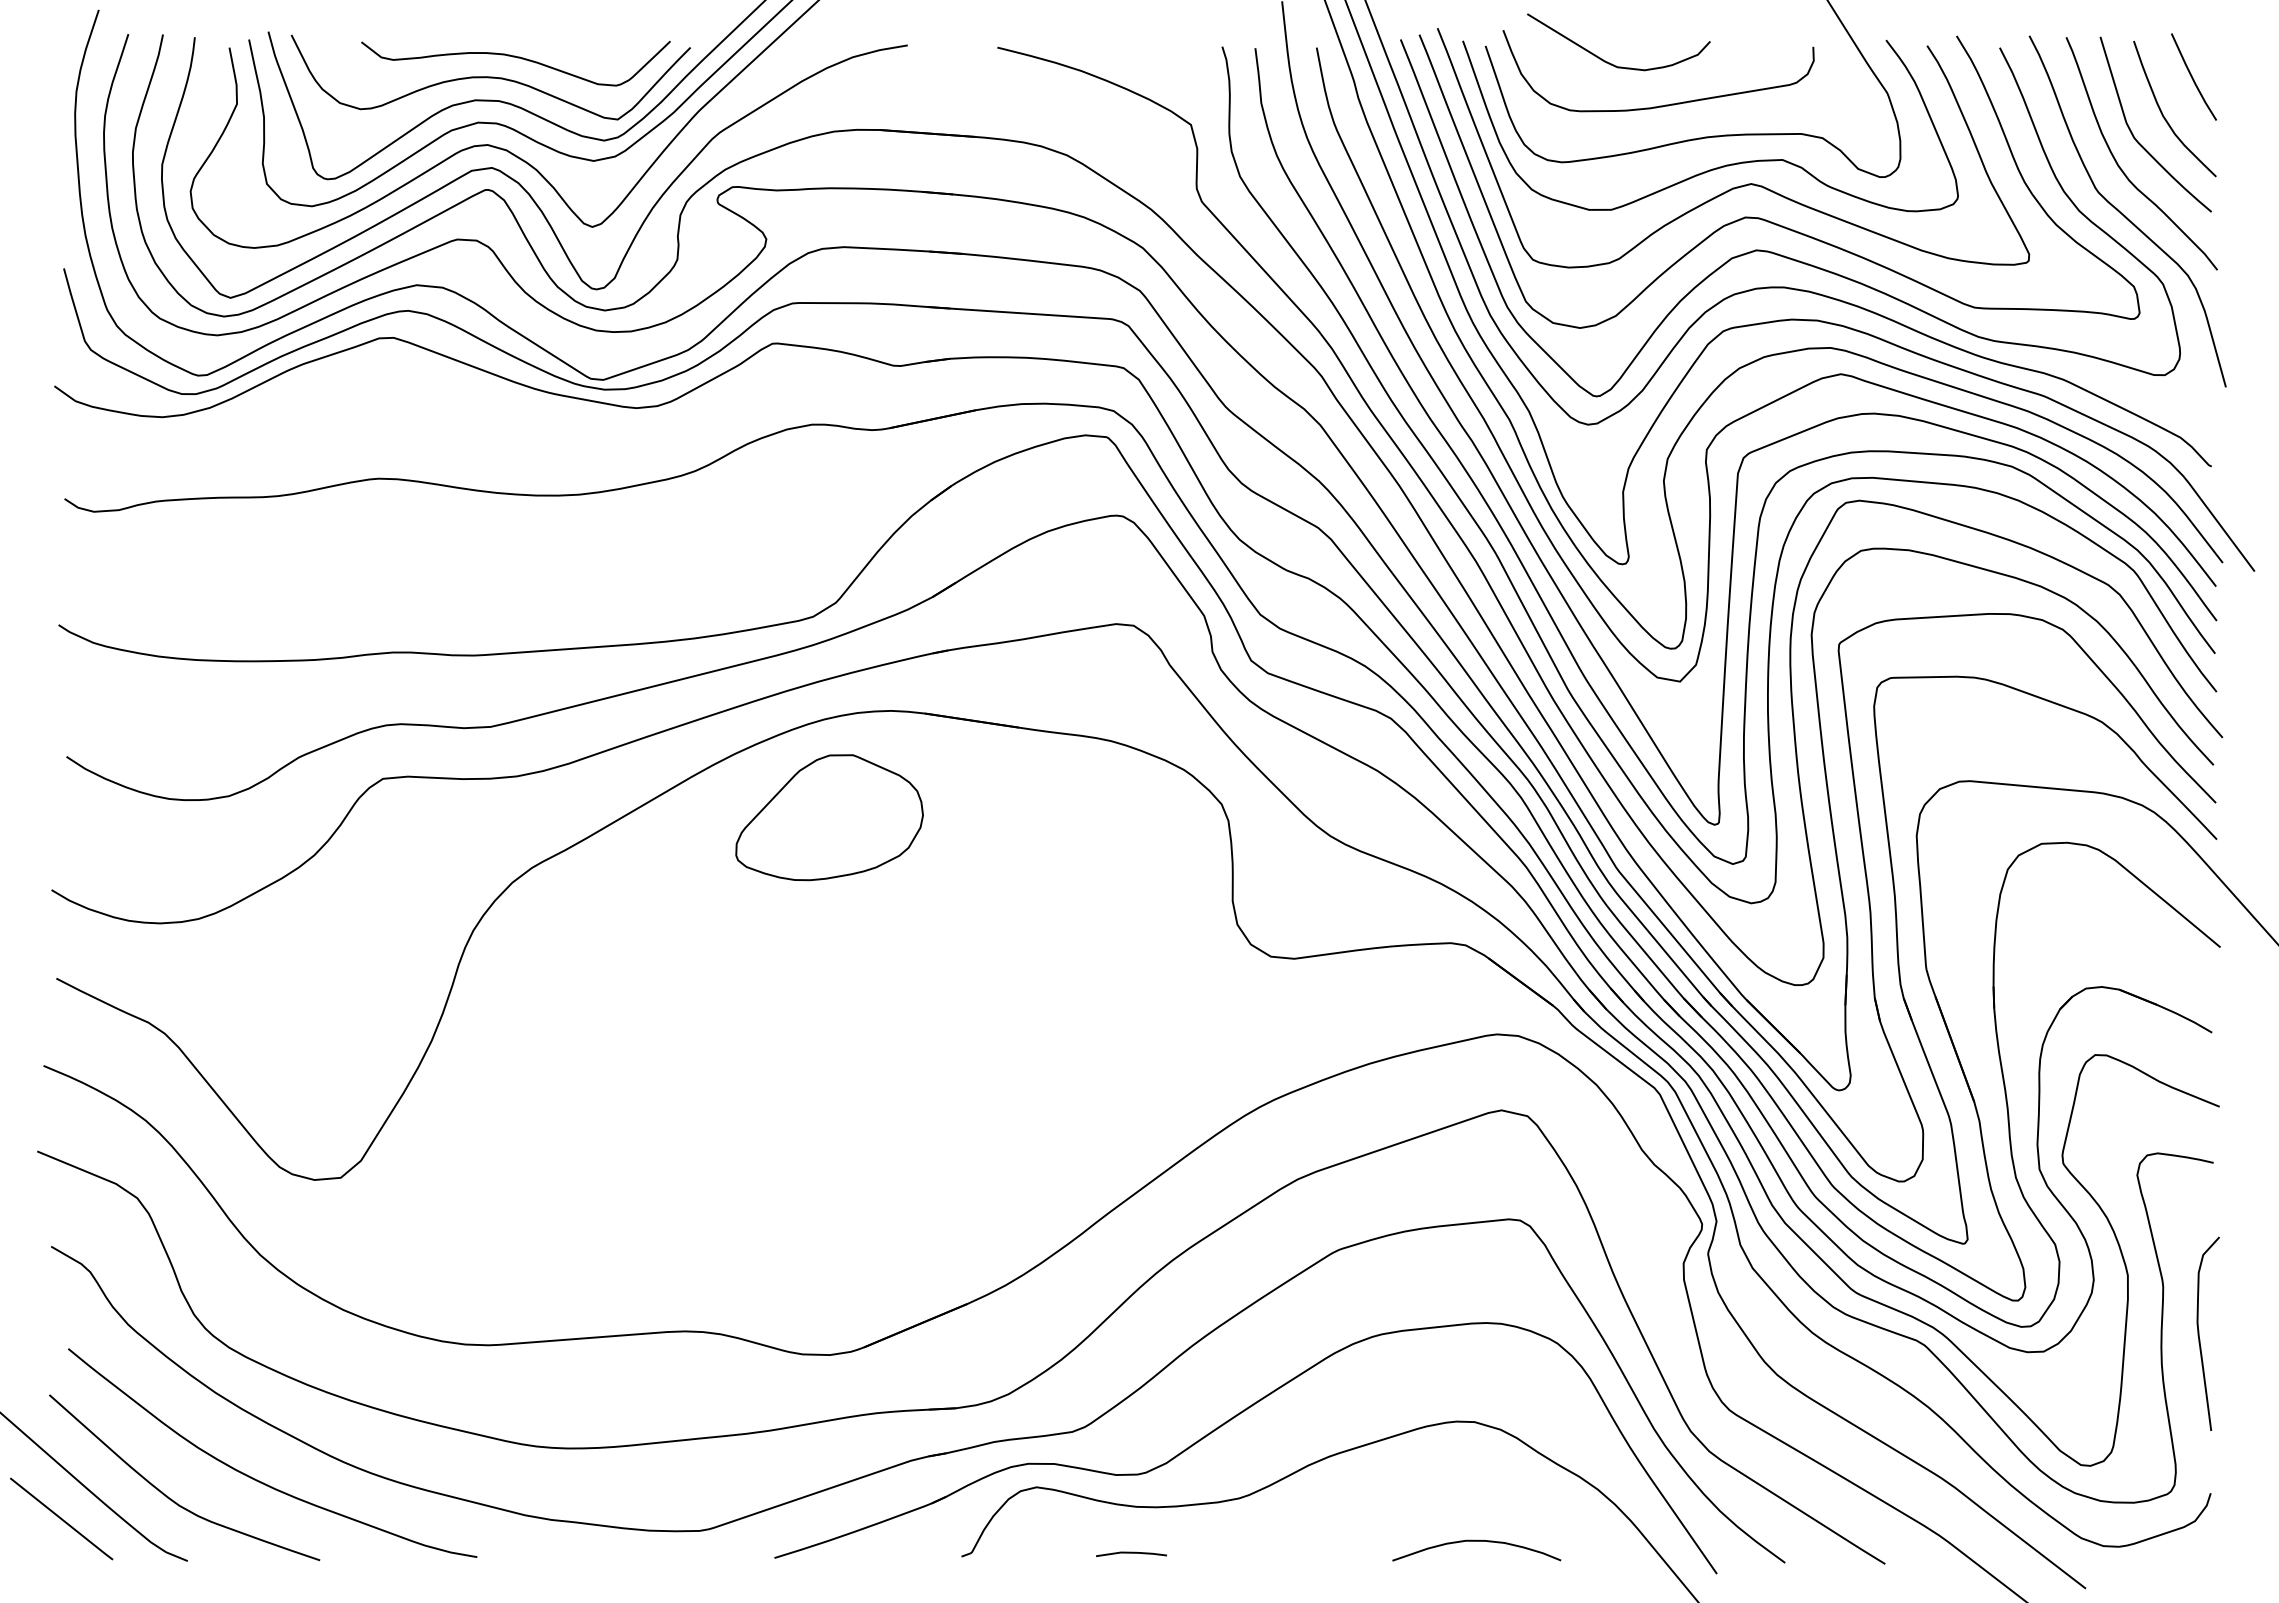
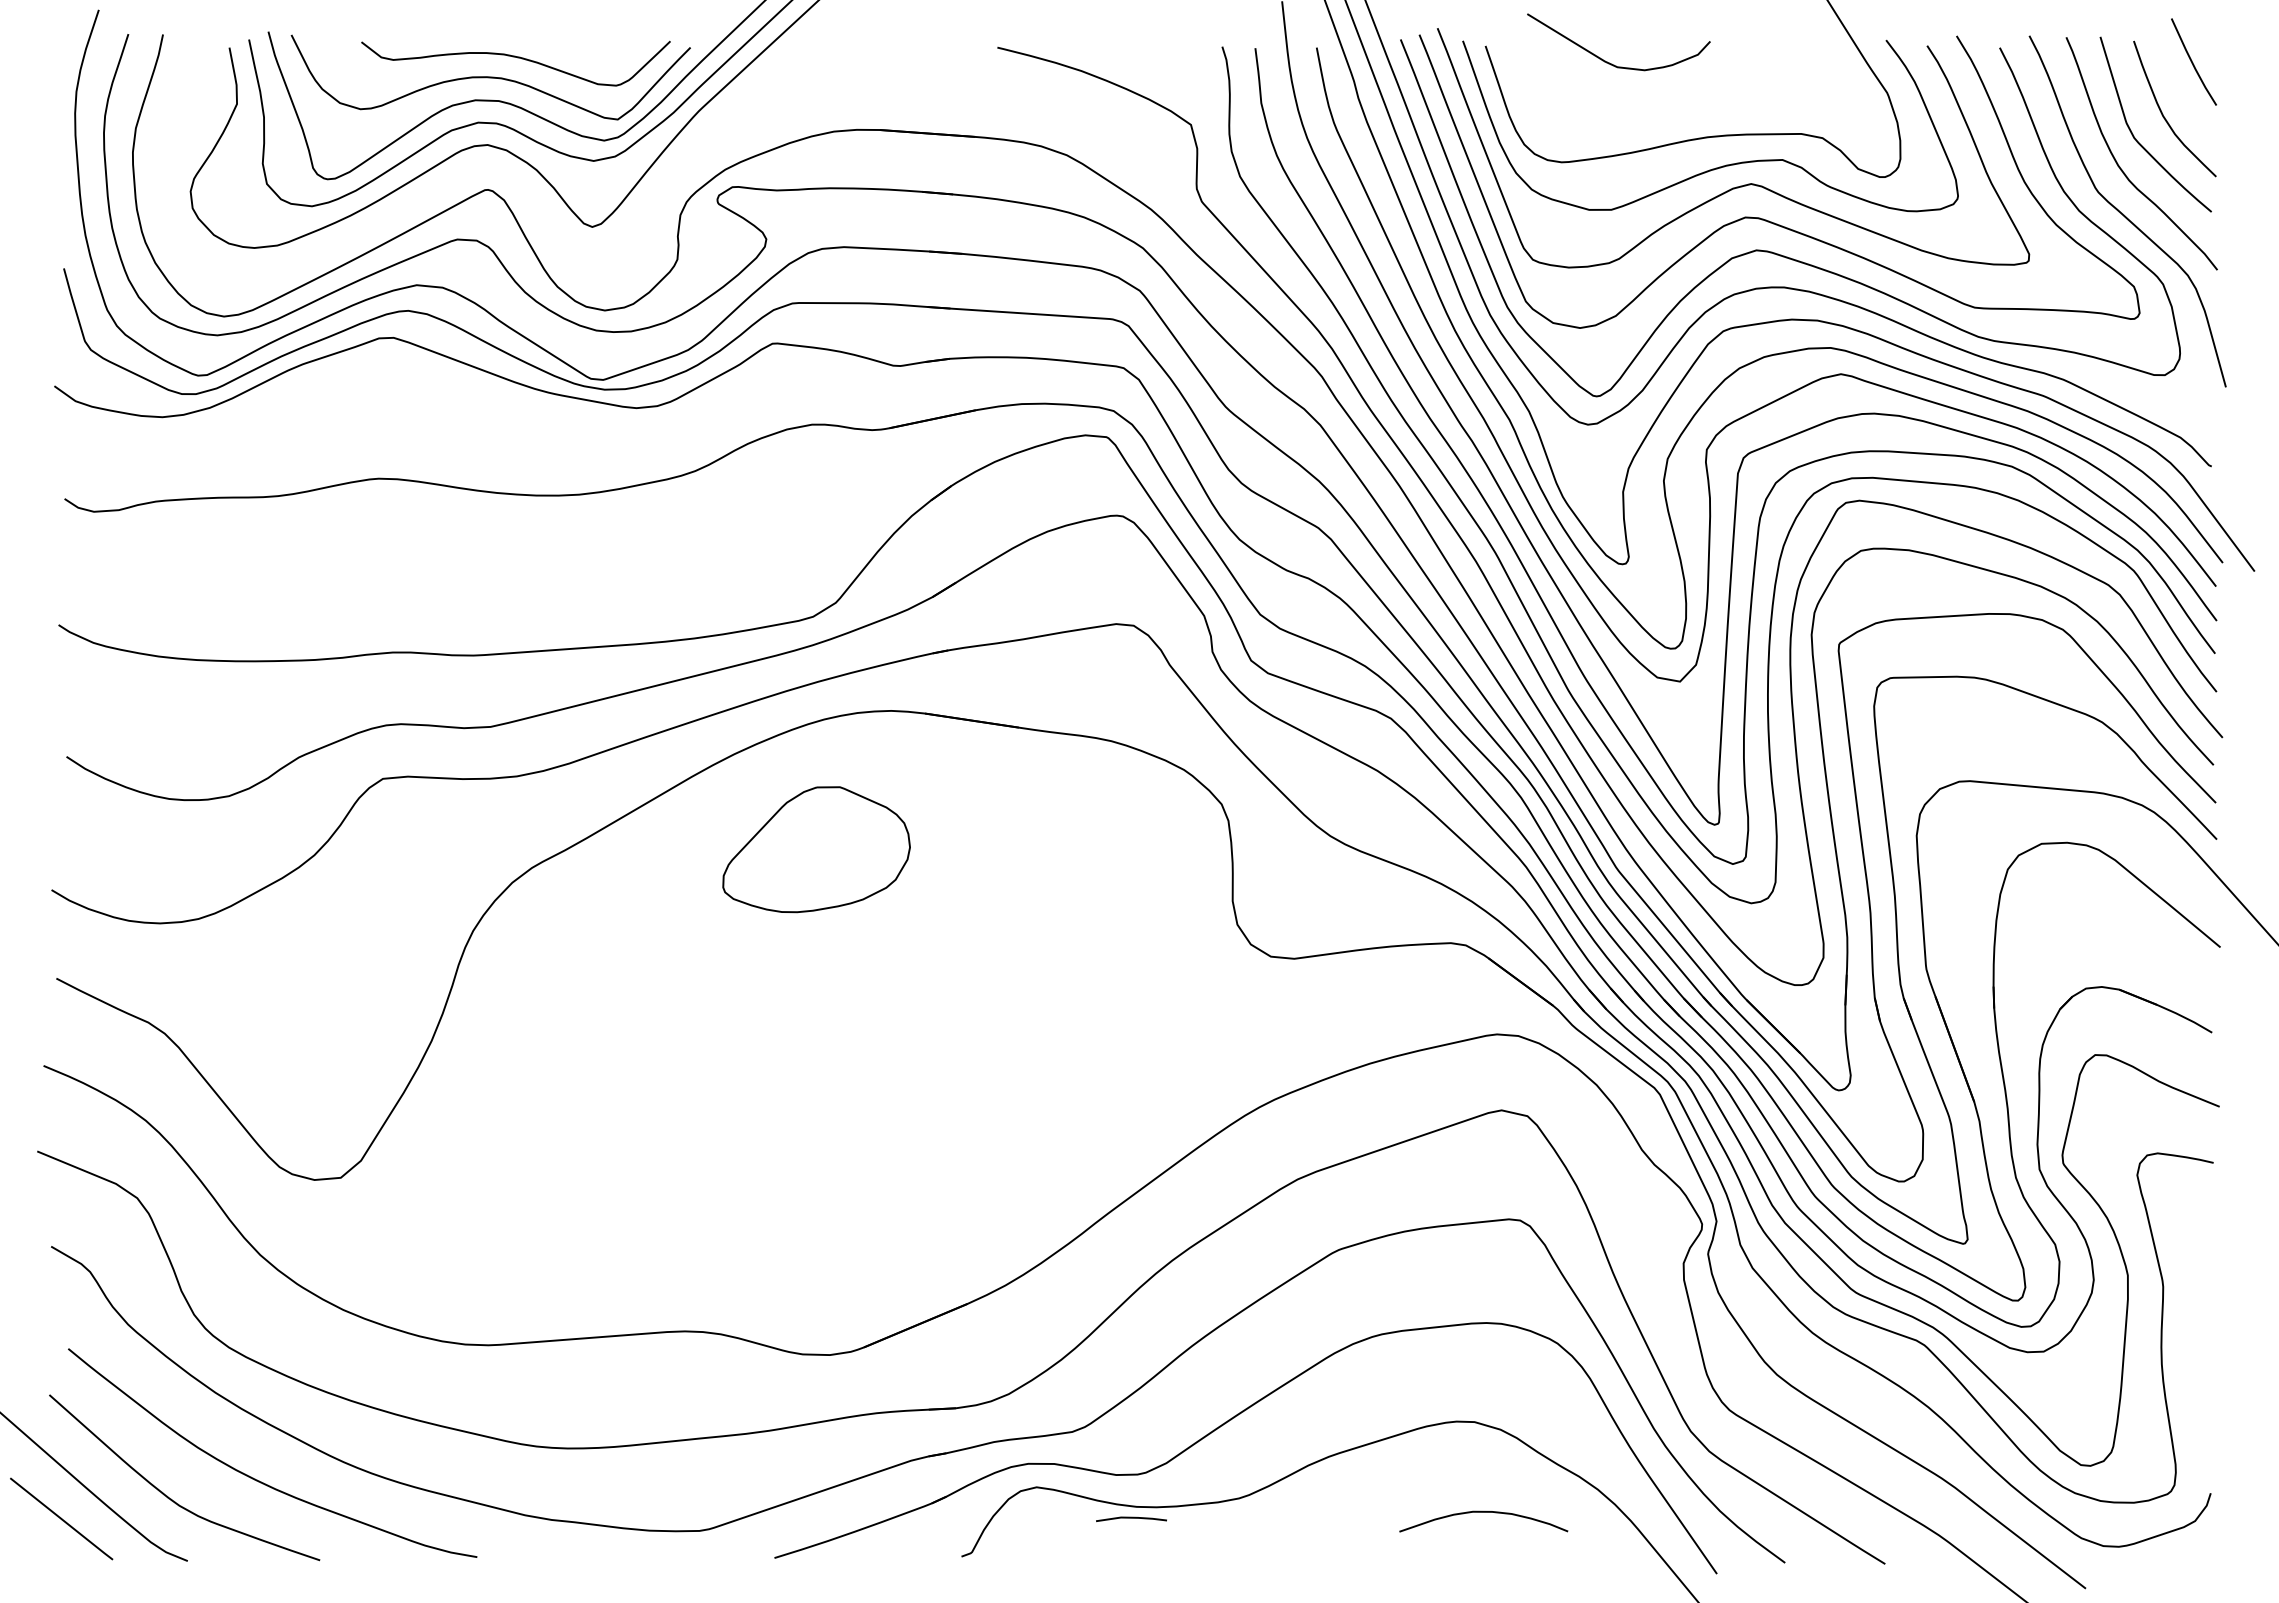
line at (2192, 76) position: (2192, 76) -> (2192, 61)
curve at (1665, 104): present -> none
curve at (519, 182): present -> none
part at (829, 817) position: (829, 817) -> (816, 849)
curve at (2199, 1333): present -> none
curve at (1476, 1541) position: (1476, 1541) -> (1483, 1512)
line at (1131, 1553) position: (1131, 1553) -> (1131, 1518)
